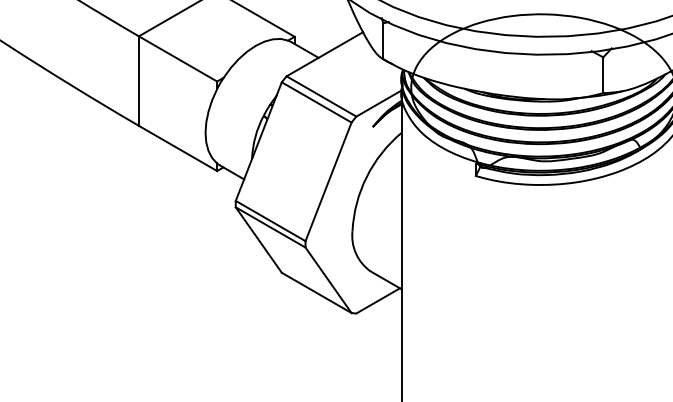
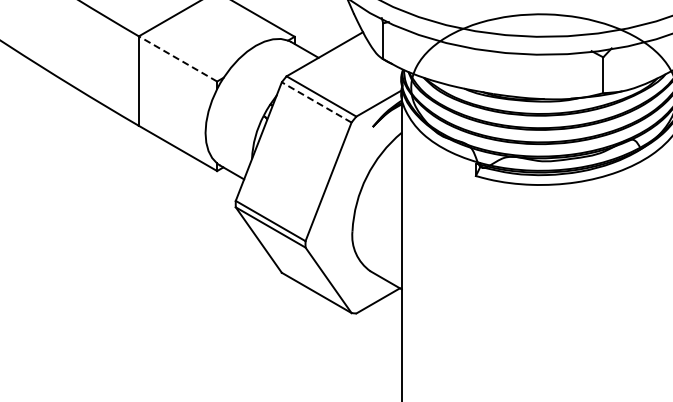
line at (177, 58): solid -> dashed
line at (316, 102): solid -> dashed
